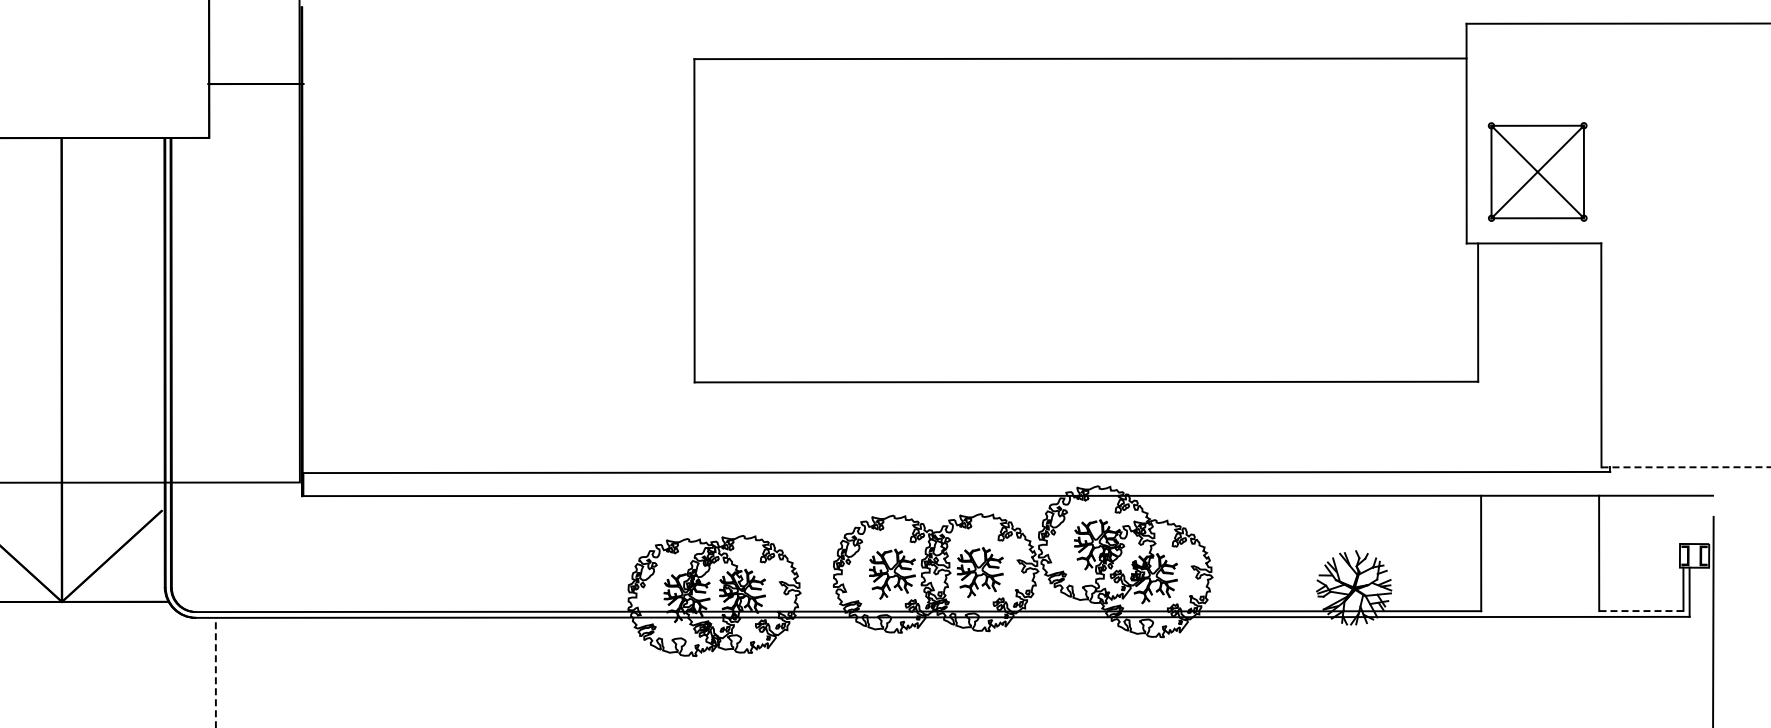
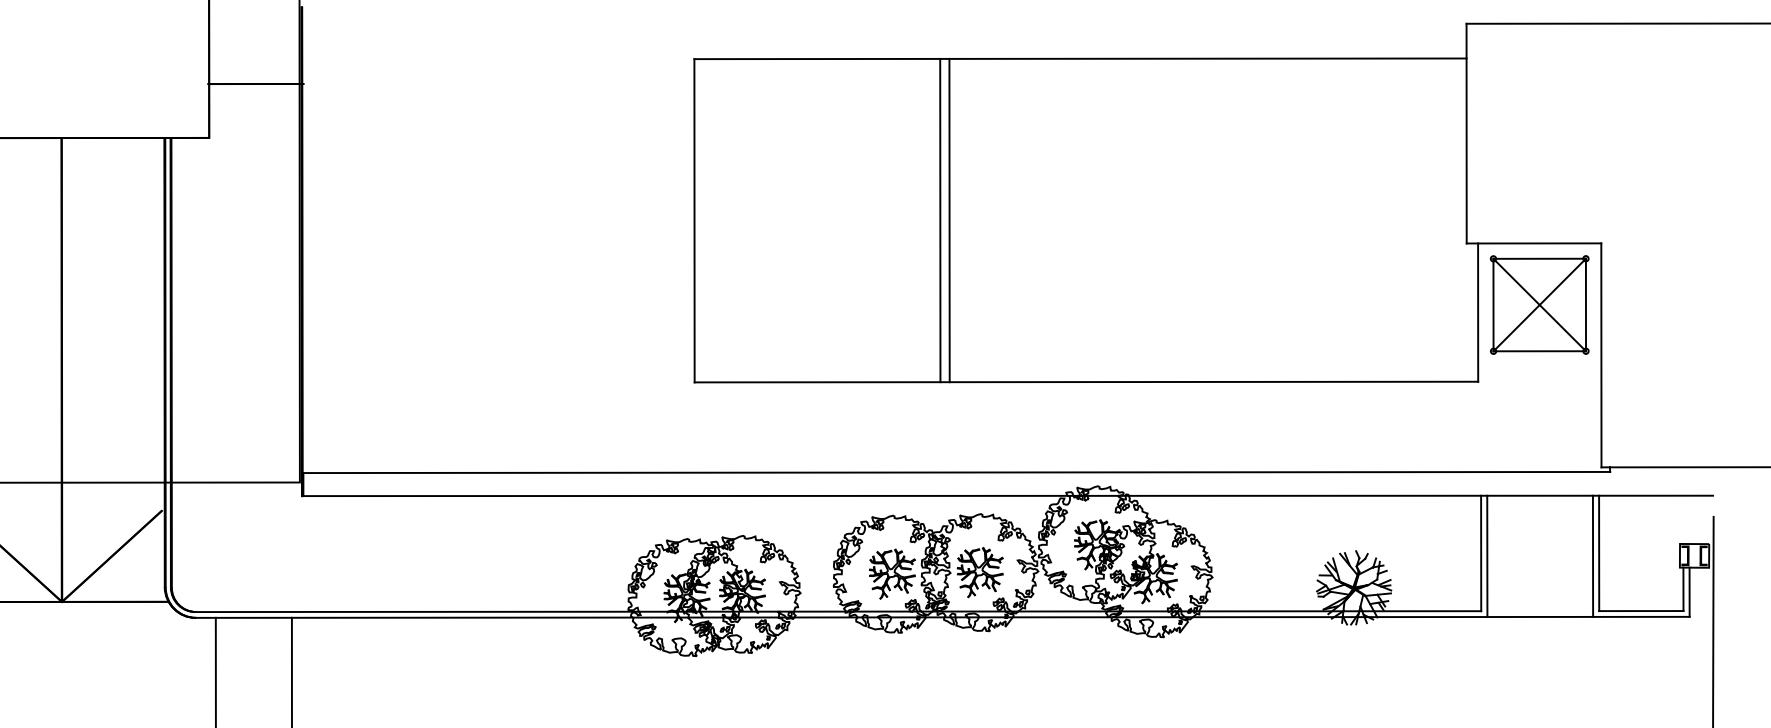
part at (1537, 171) position: (1537, 171) -> (1539, 304)
line at (940, 220): none -> present
line at (949, 220): none -> present
line at (1686, 467): dashed -> solid
line at (1592, 555): none -> present
line at (1487, 556): none -> present
line at (1640, 611): dashed -> solid
line at (291, 670): none -> present
line at (215, 672): dashed -> solid
